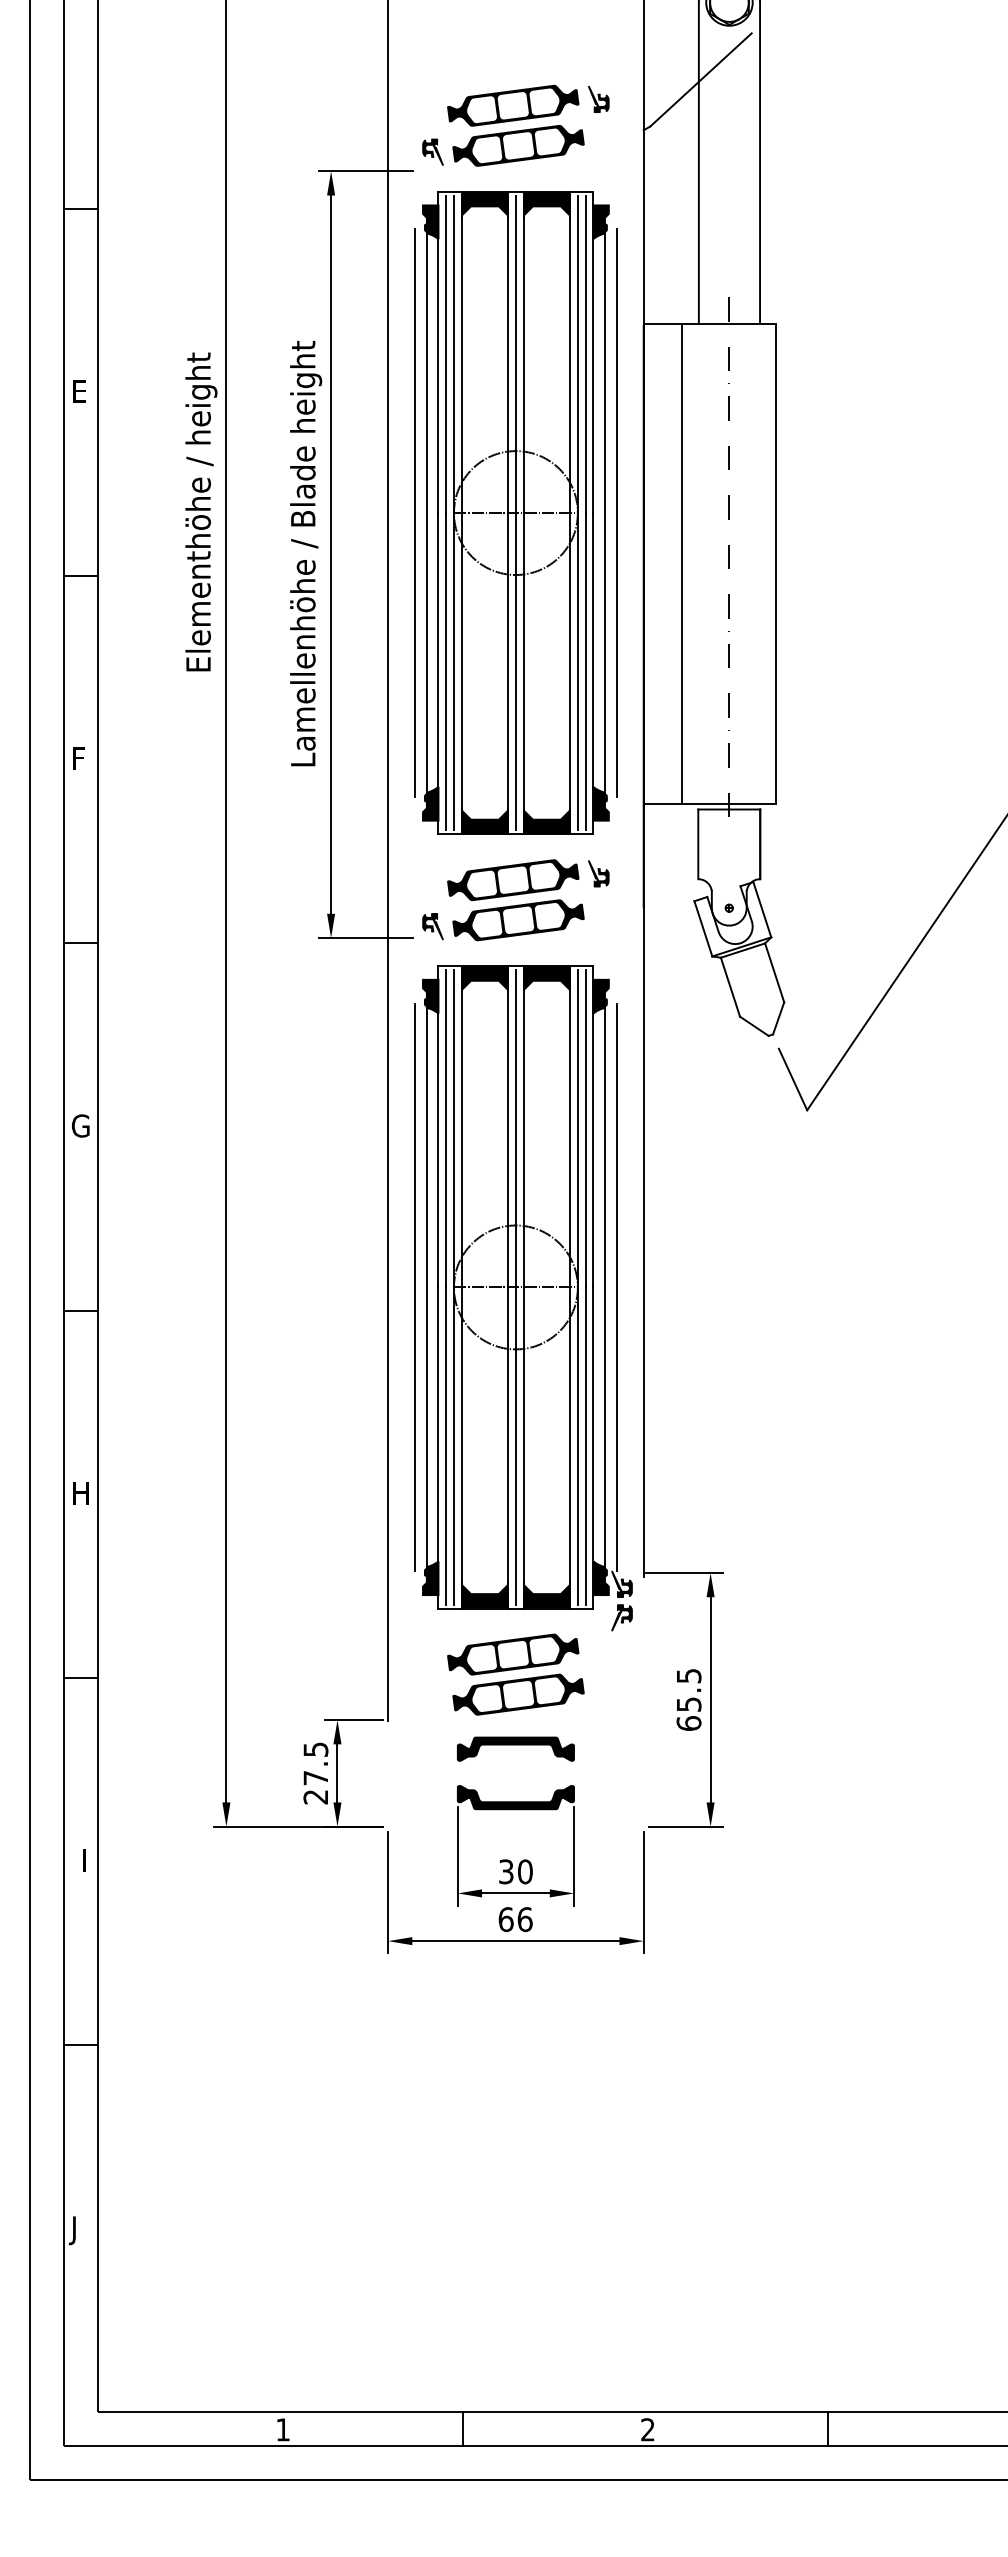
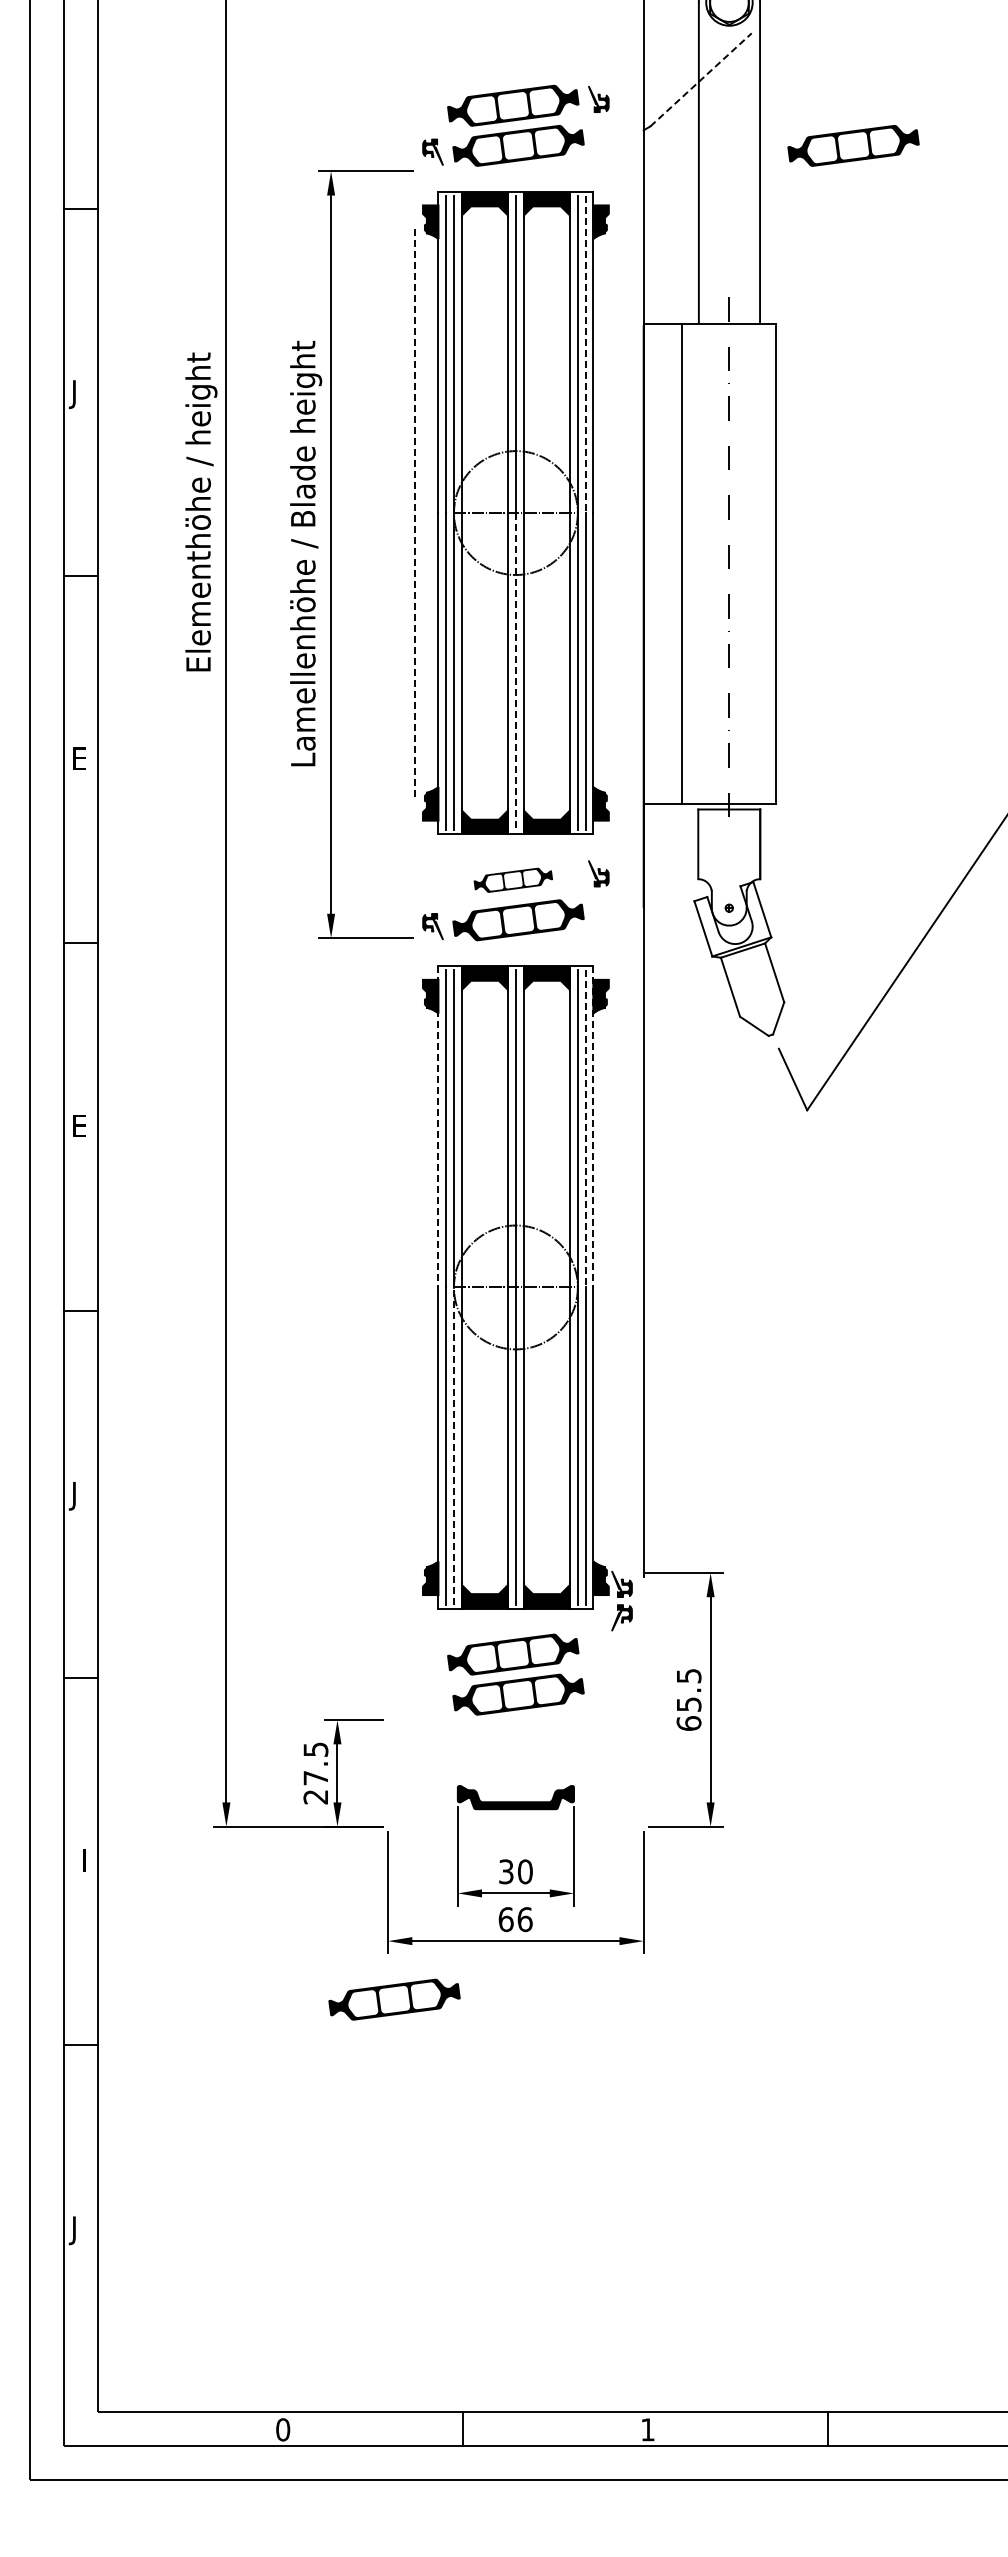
line at (701, 79): solid -> dashed
part at (853, 145): none -> present
line at (585, 354): solid -> dashed
text at (76, 394): E -> J
line at (426, 512): present -> none
line at (604, 512): present -> none
line at (616, 512): present -> none
line at (415, 513): solid -> dashed
line at (515, 671): solid -> dashed
text at (80, 758): F -> E
line at (388, 861): present -> none
part at (513, 880) size: 133x43 px -> 80x26 px
text at (80, 1125): G -> E
line at (438, 1126): solid -> dashed
line at (593, 1126): solid -> dashed
line at (585, 1128): solid -> dashed
line at (426, 1286): present -> none
line at (604, 1286): present -> none
line at (415, 1287): present -> none
line at (616, 1287): present -> none
line at (453, 1446): solid -> dashed
text at (78, 1496): H -> J
part at (515, 1748): present -> none
part at (394, 1999): none -> present
text at (283, 2429): 1 -> 0
text at (647, 2429): 2 -> 1
